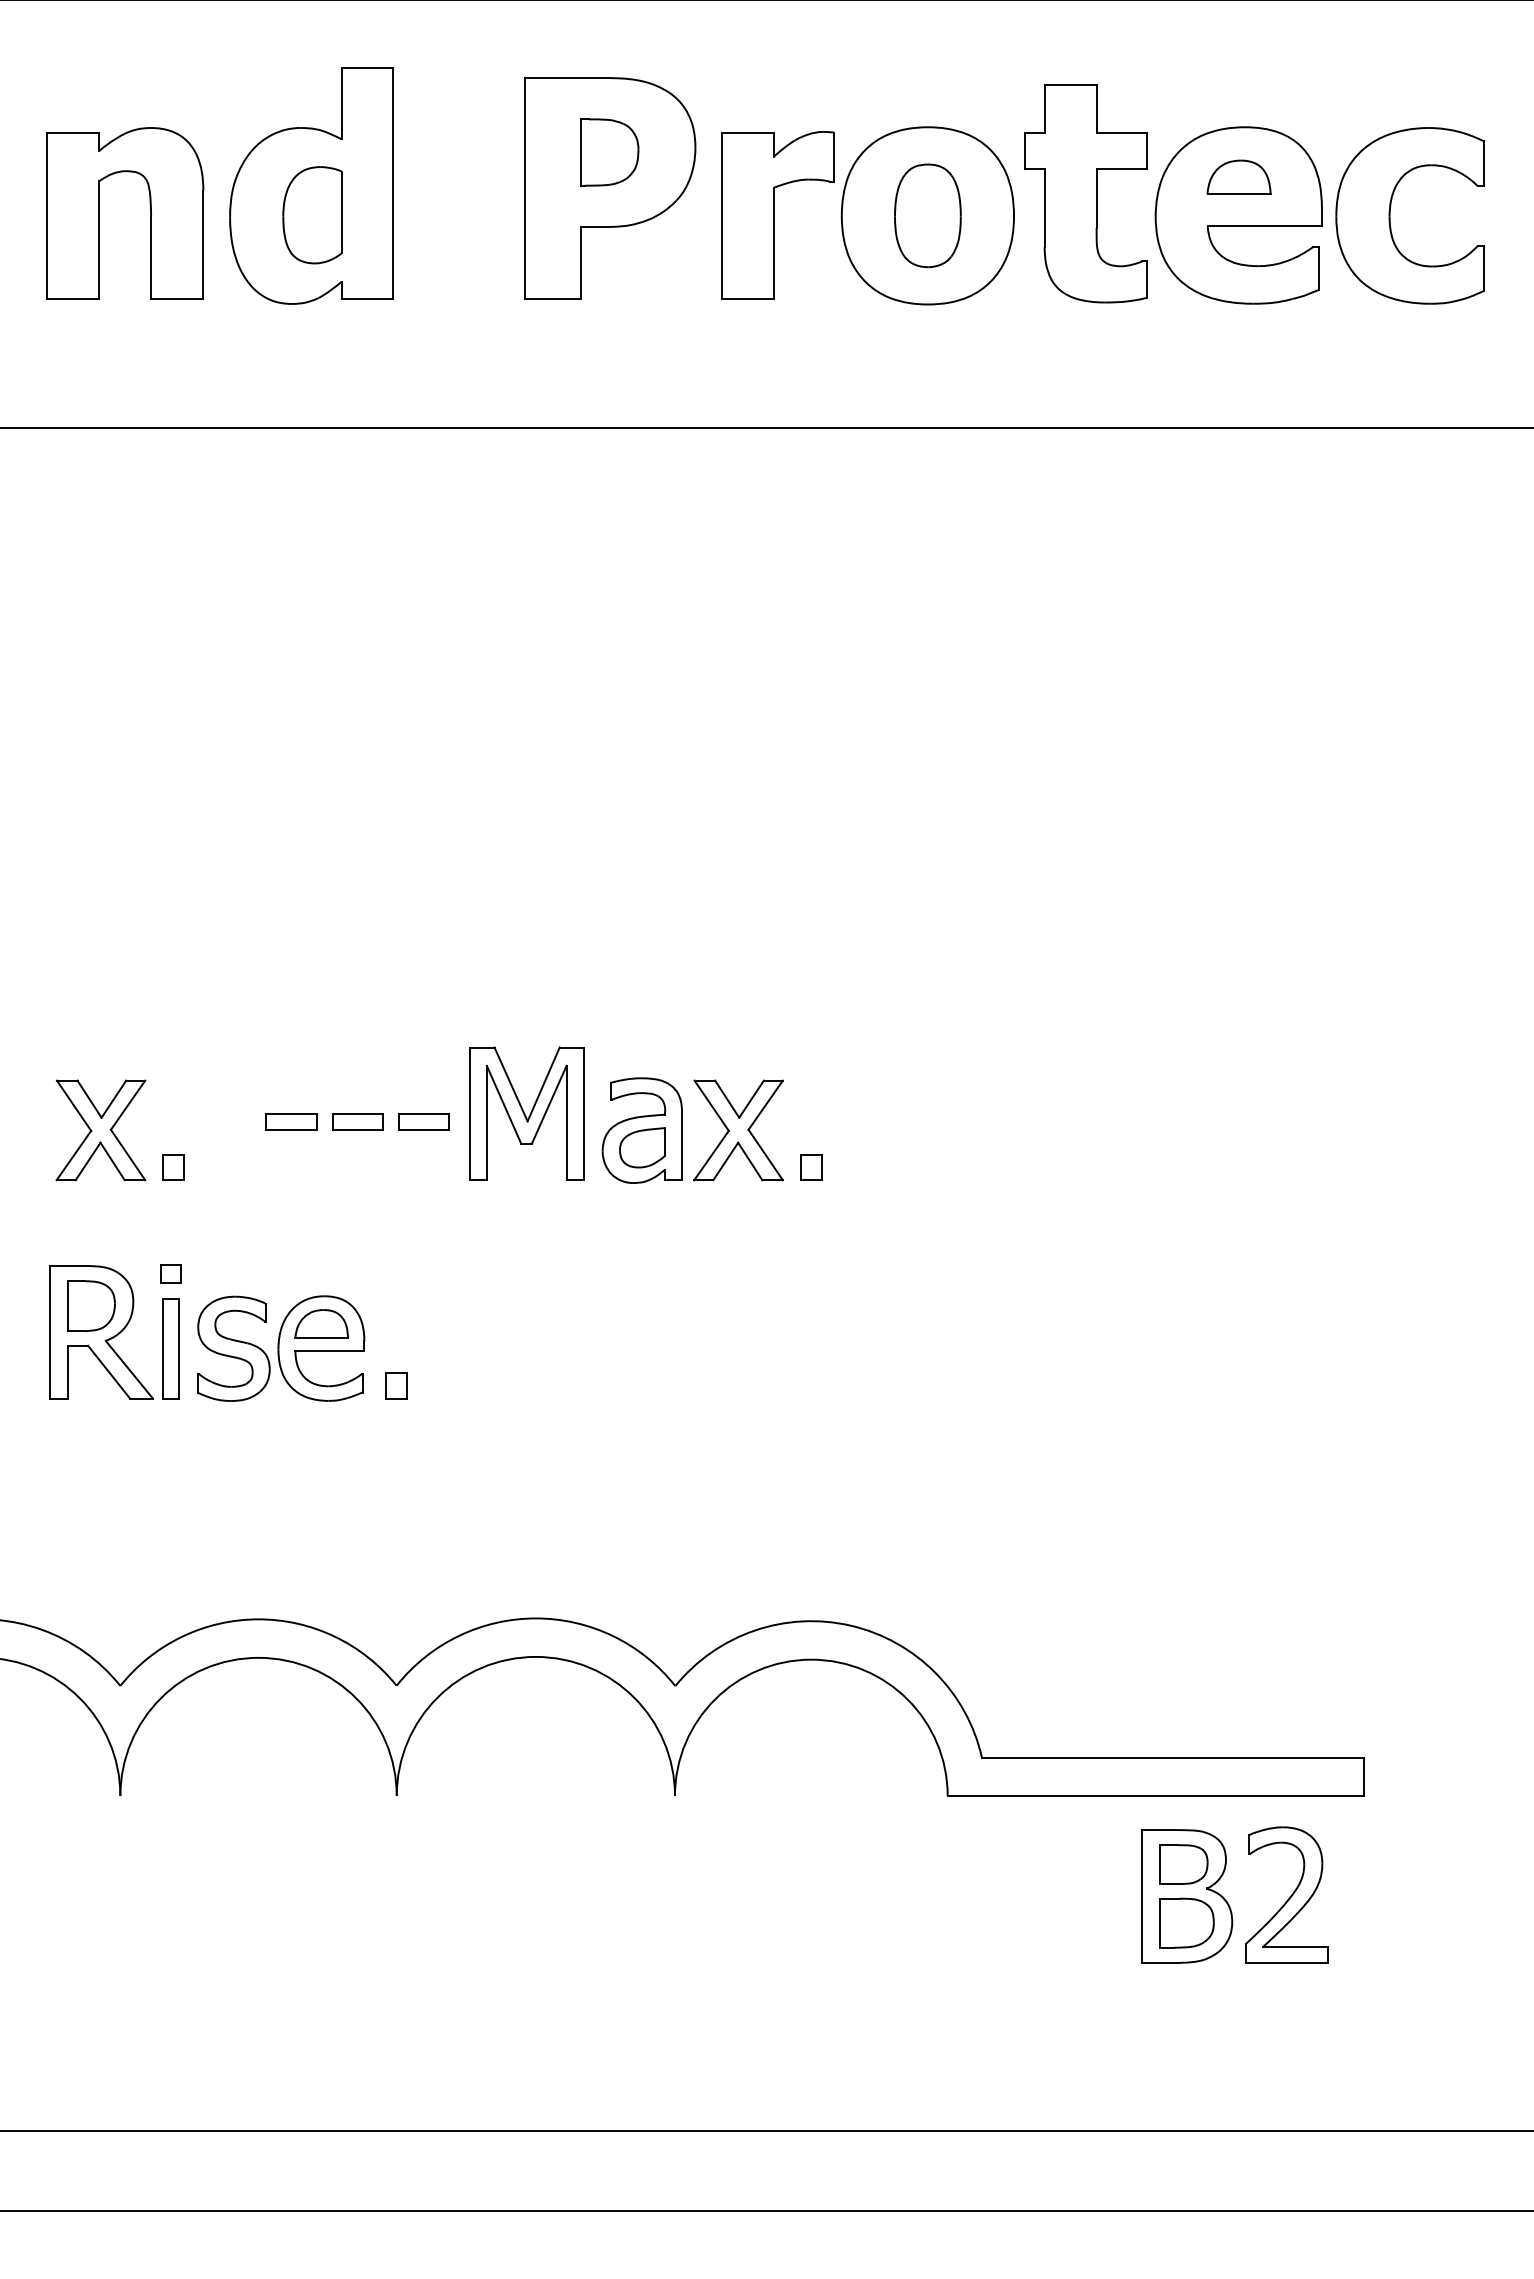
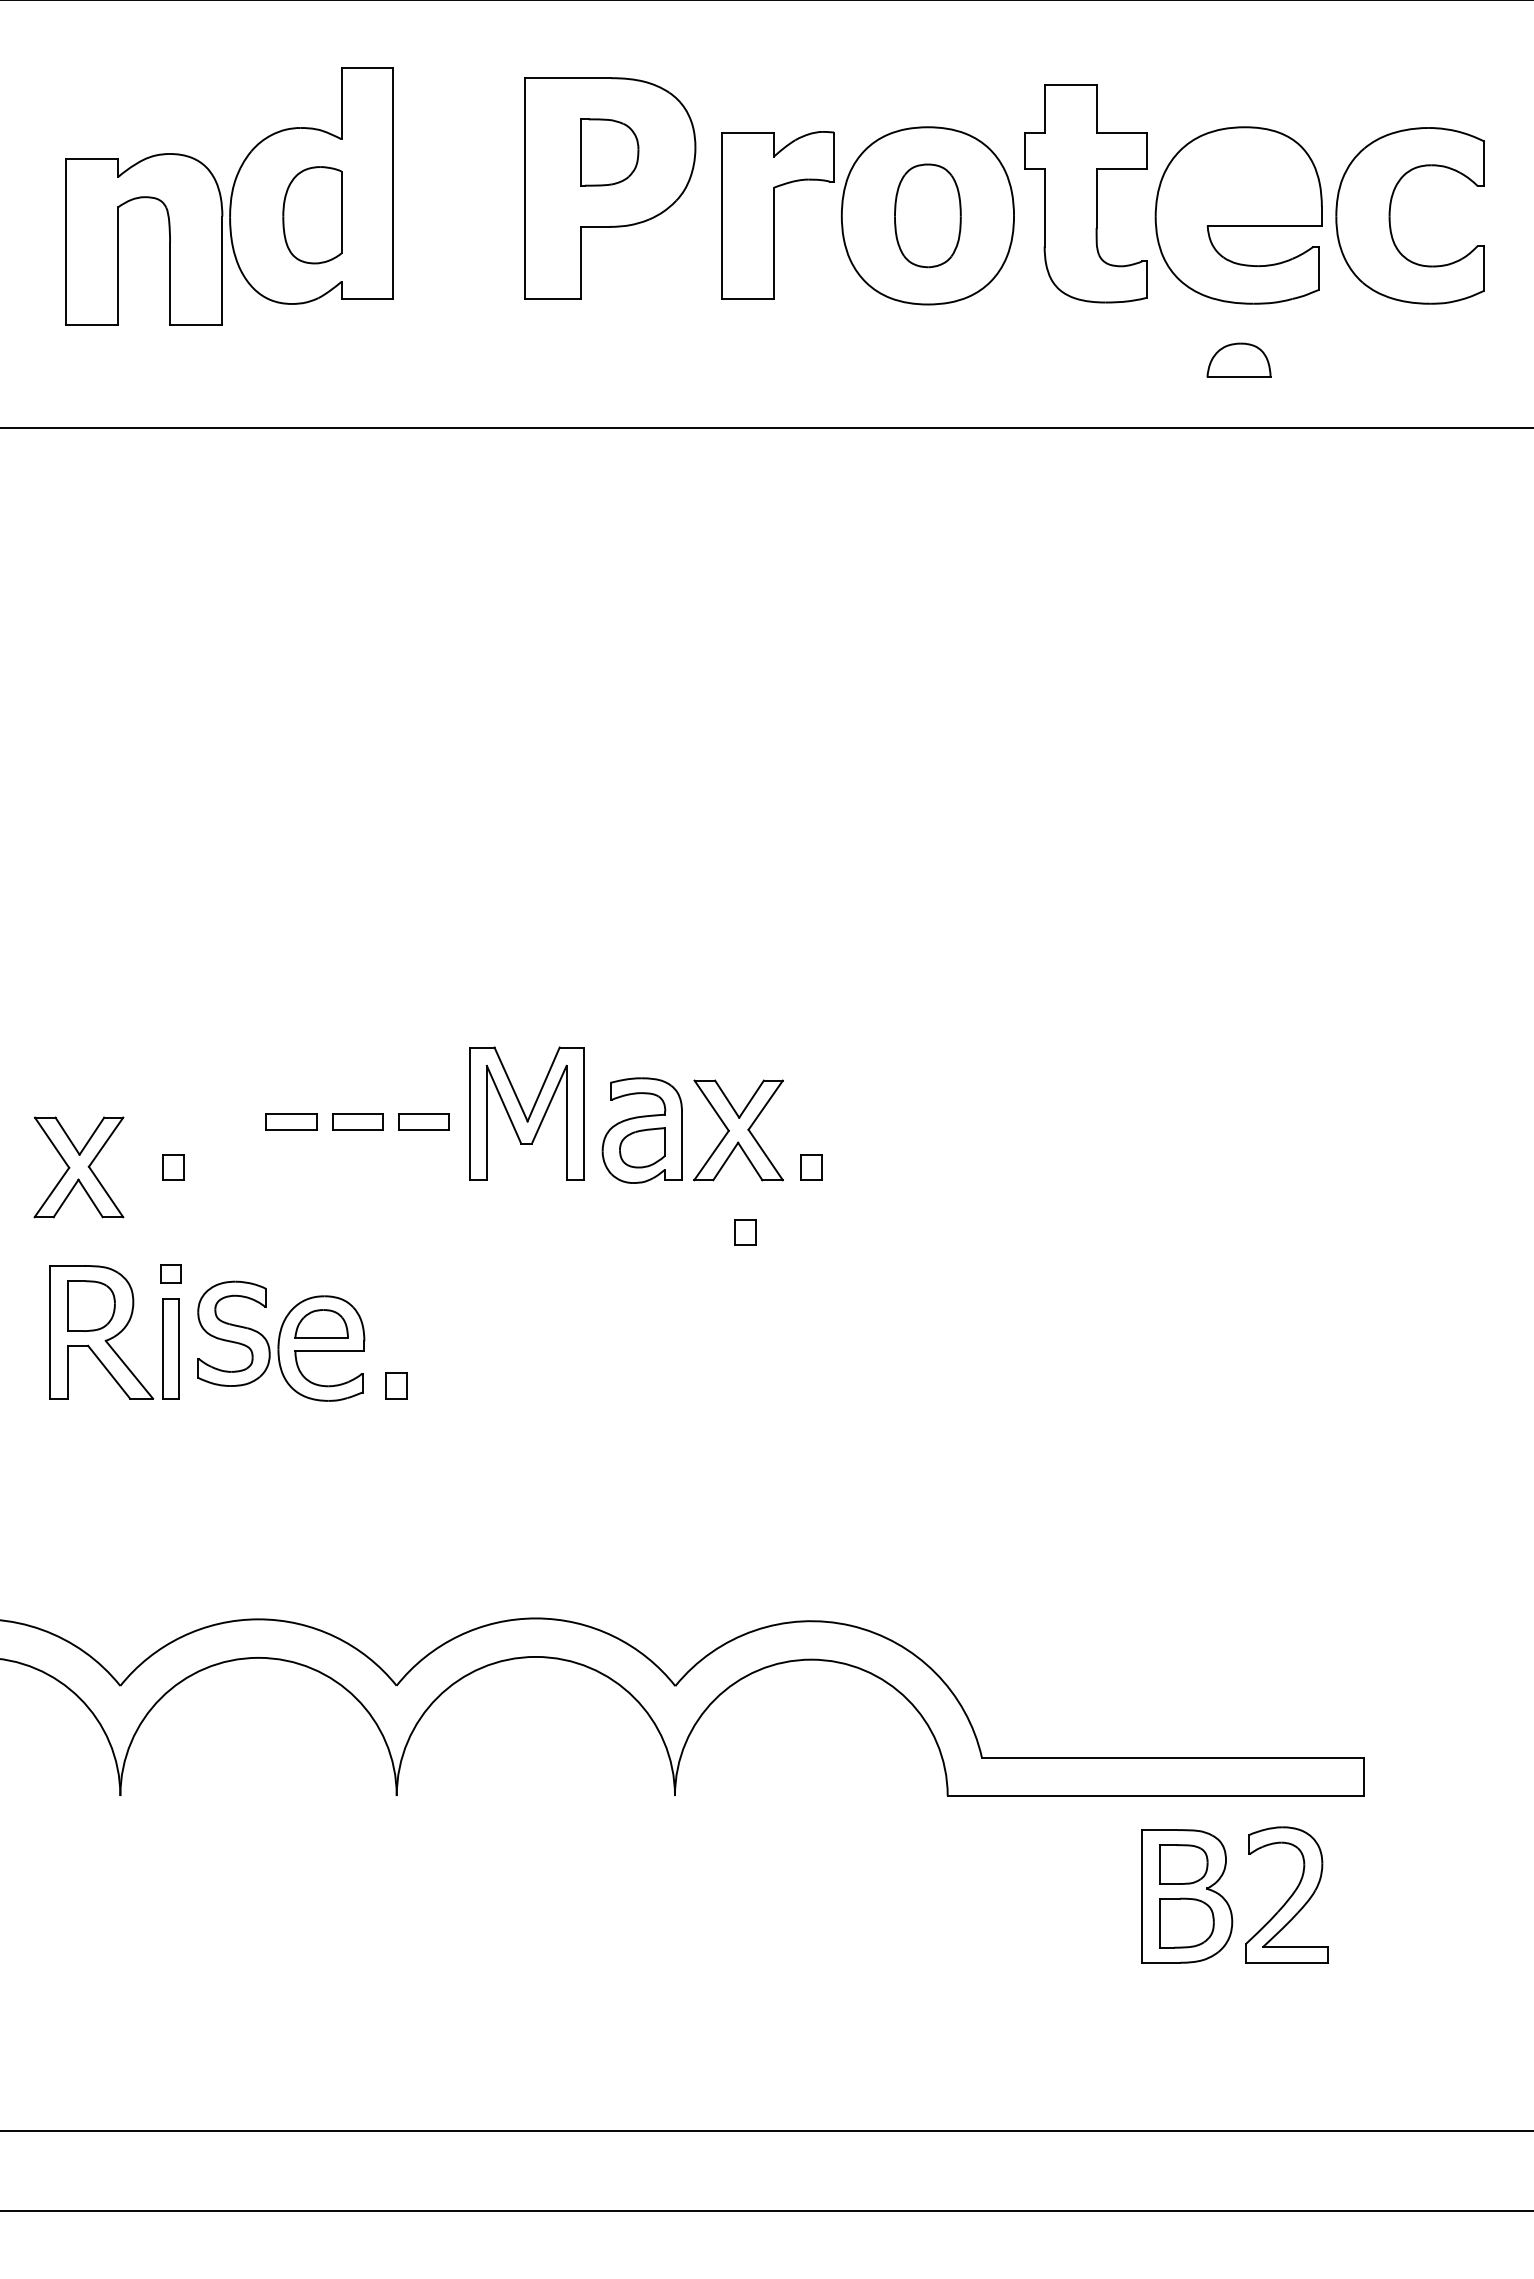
part at (1238, 176) position: (1238, 176) -> (1238, 359)
part at (150, 213) position: (150, 213) -> (169, 239)
part at (100, 1130) position: (100, 1130) -> (78, 1167)
part at (745, 1232): none -> present
part at (233, 1348) position: (233, 1348) -> (233, 1333)
